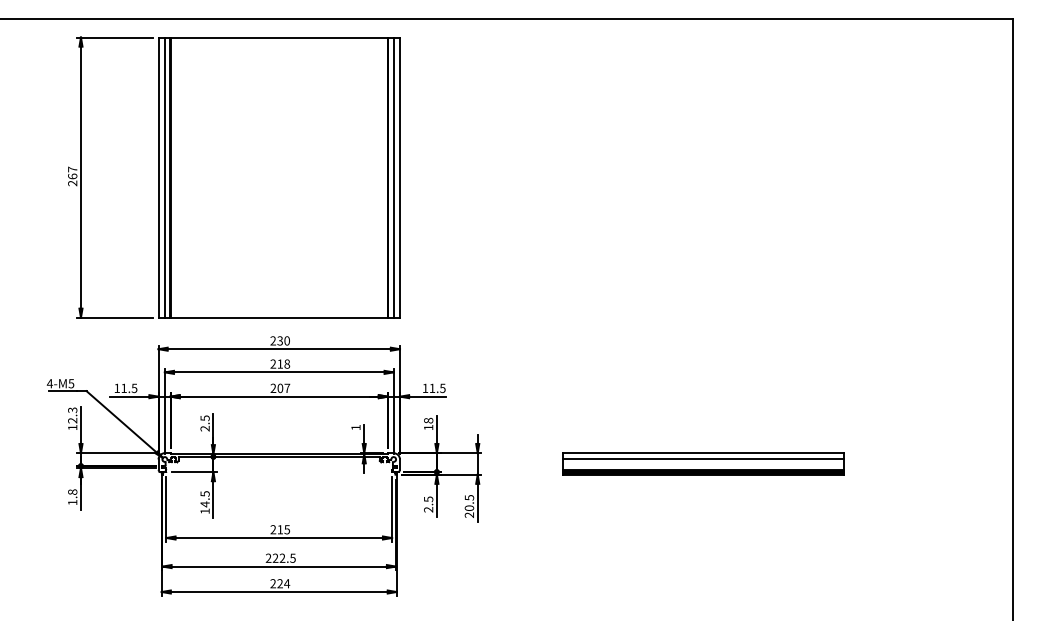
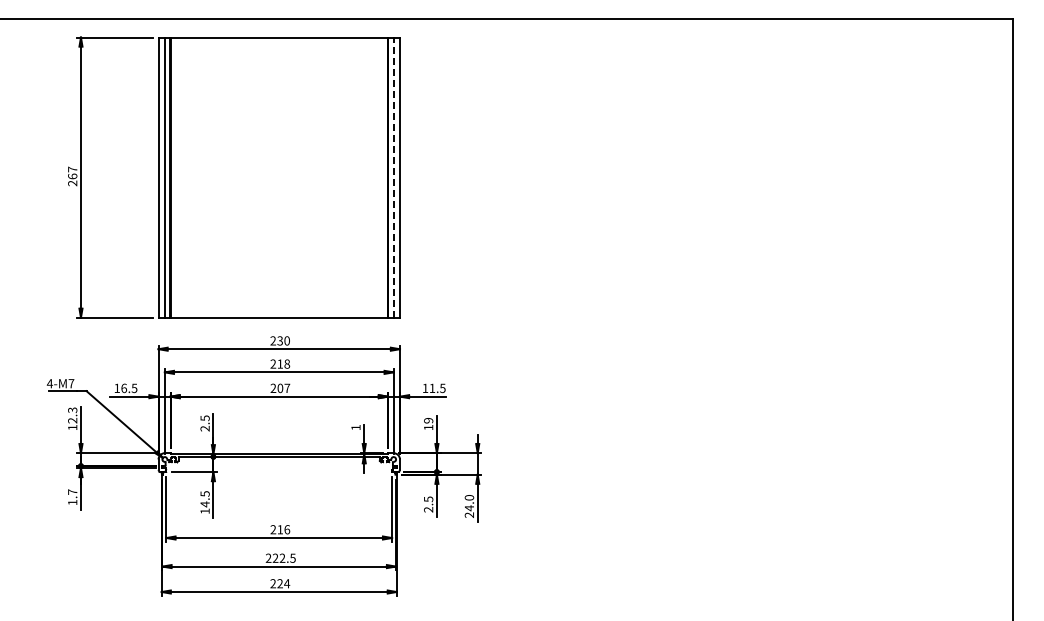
line at (393, 177): solid -> dashed
text at (71, 383): 4-M5 -> 4-M7
text at (124, 388): 11.5 -> 16.5
text at (428, 420): 18 -> 19
part at (703, 463): present -> none
text at (72, 491): 1.8 -> 1.7
text at (469, 503): 20.5 -> 24.0
text at (287, 529): 215 -> 216
